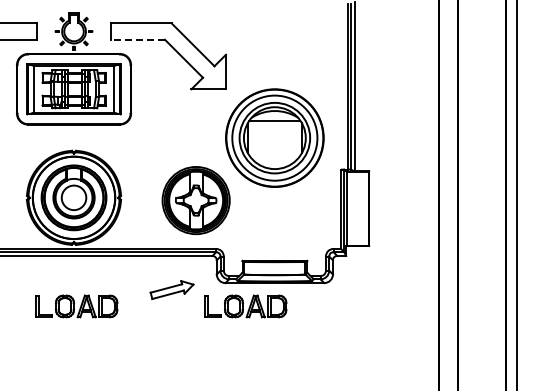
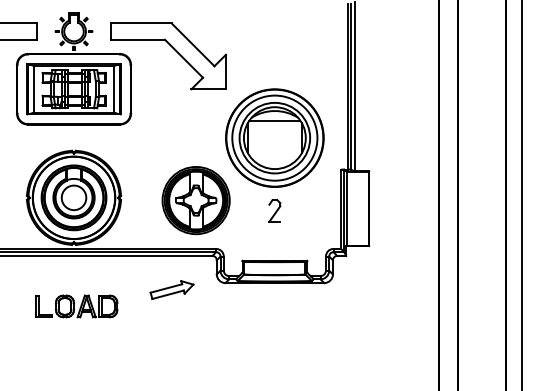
line at (137, 39): dashed -> solid
line at (516, 194) position: (516, 194) -> (521, 194)
part at (274, 210): none -> present
part at (245, 306): present -> none
